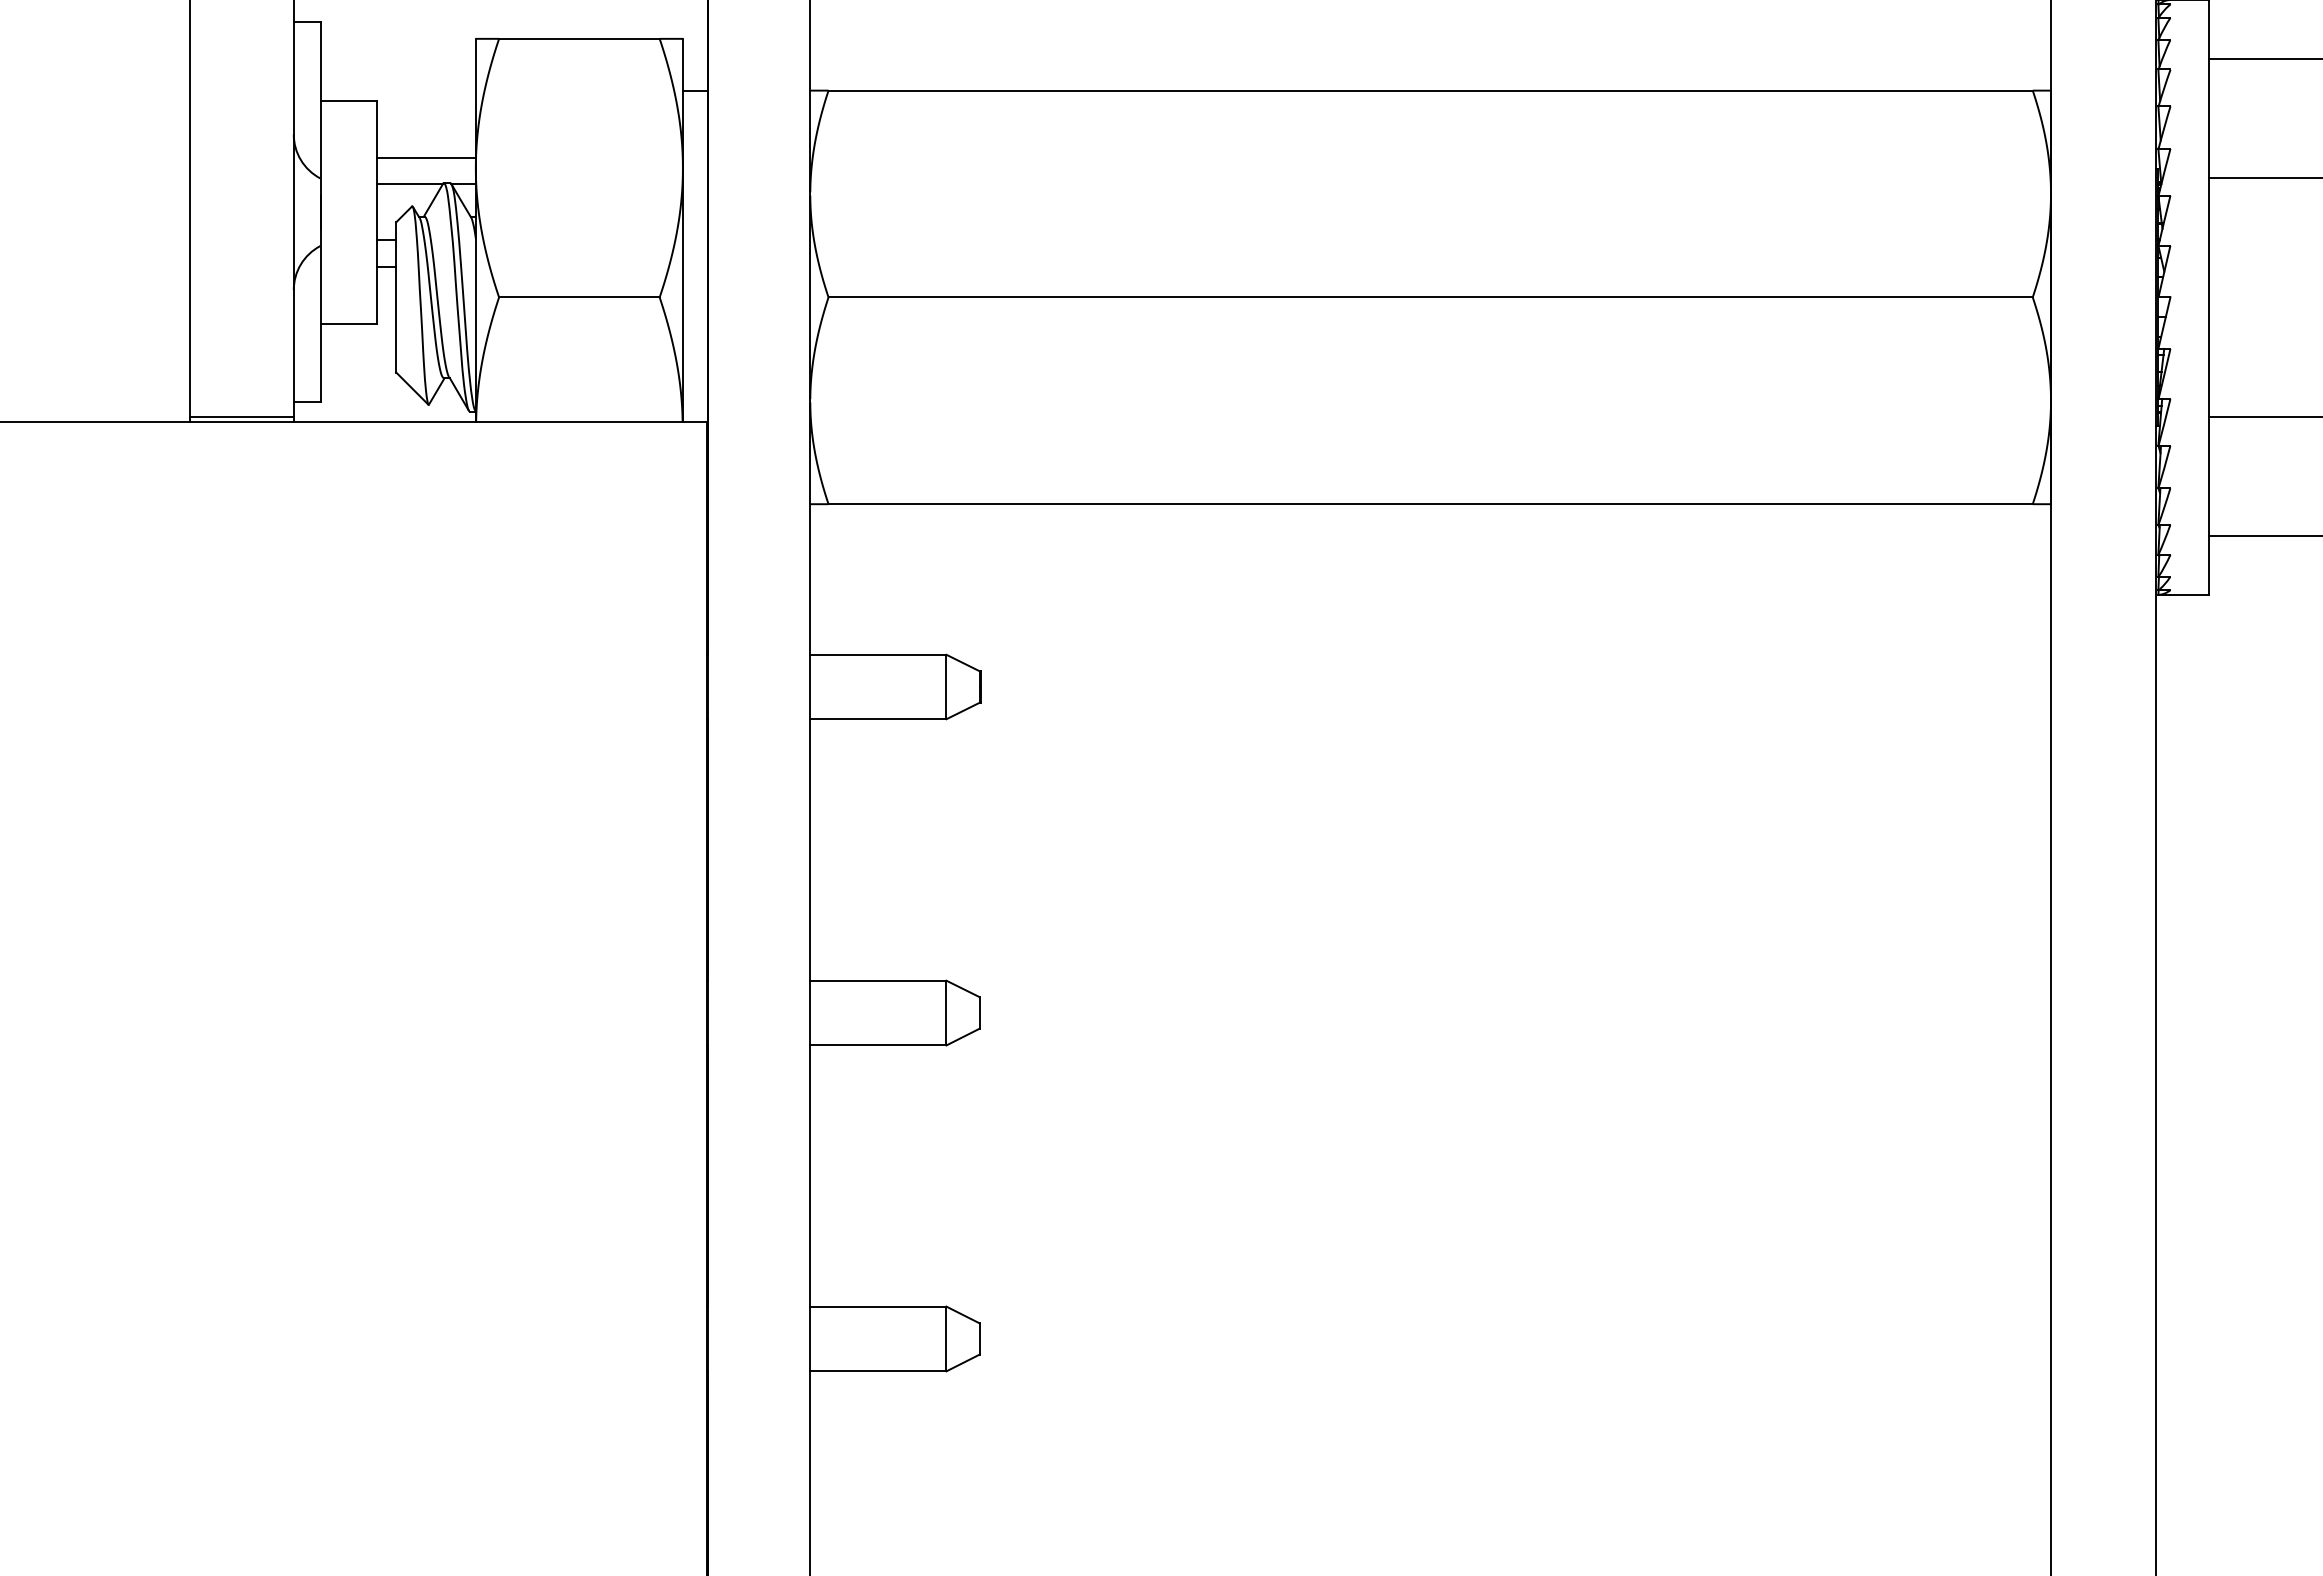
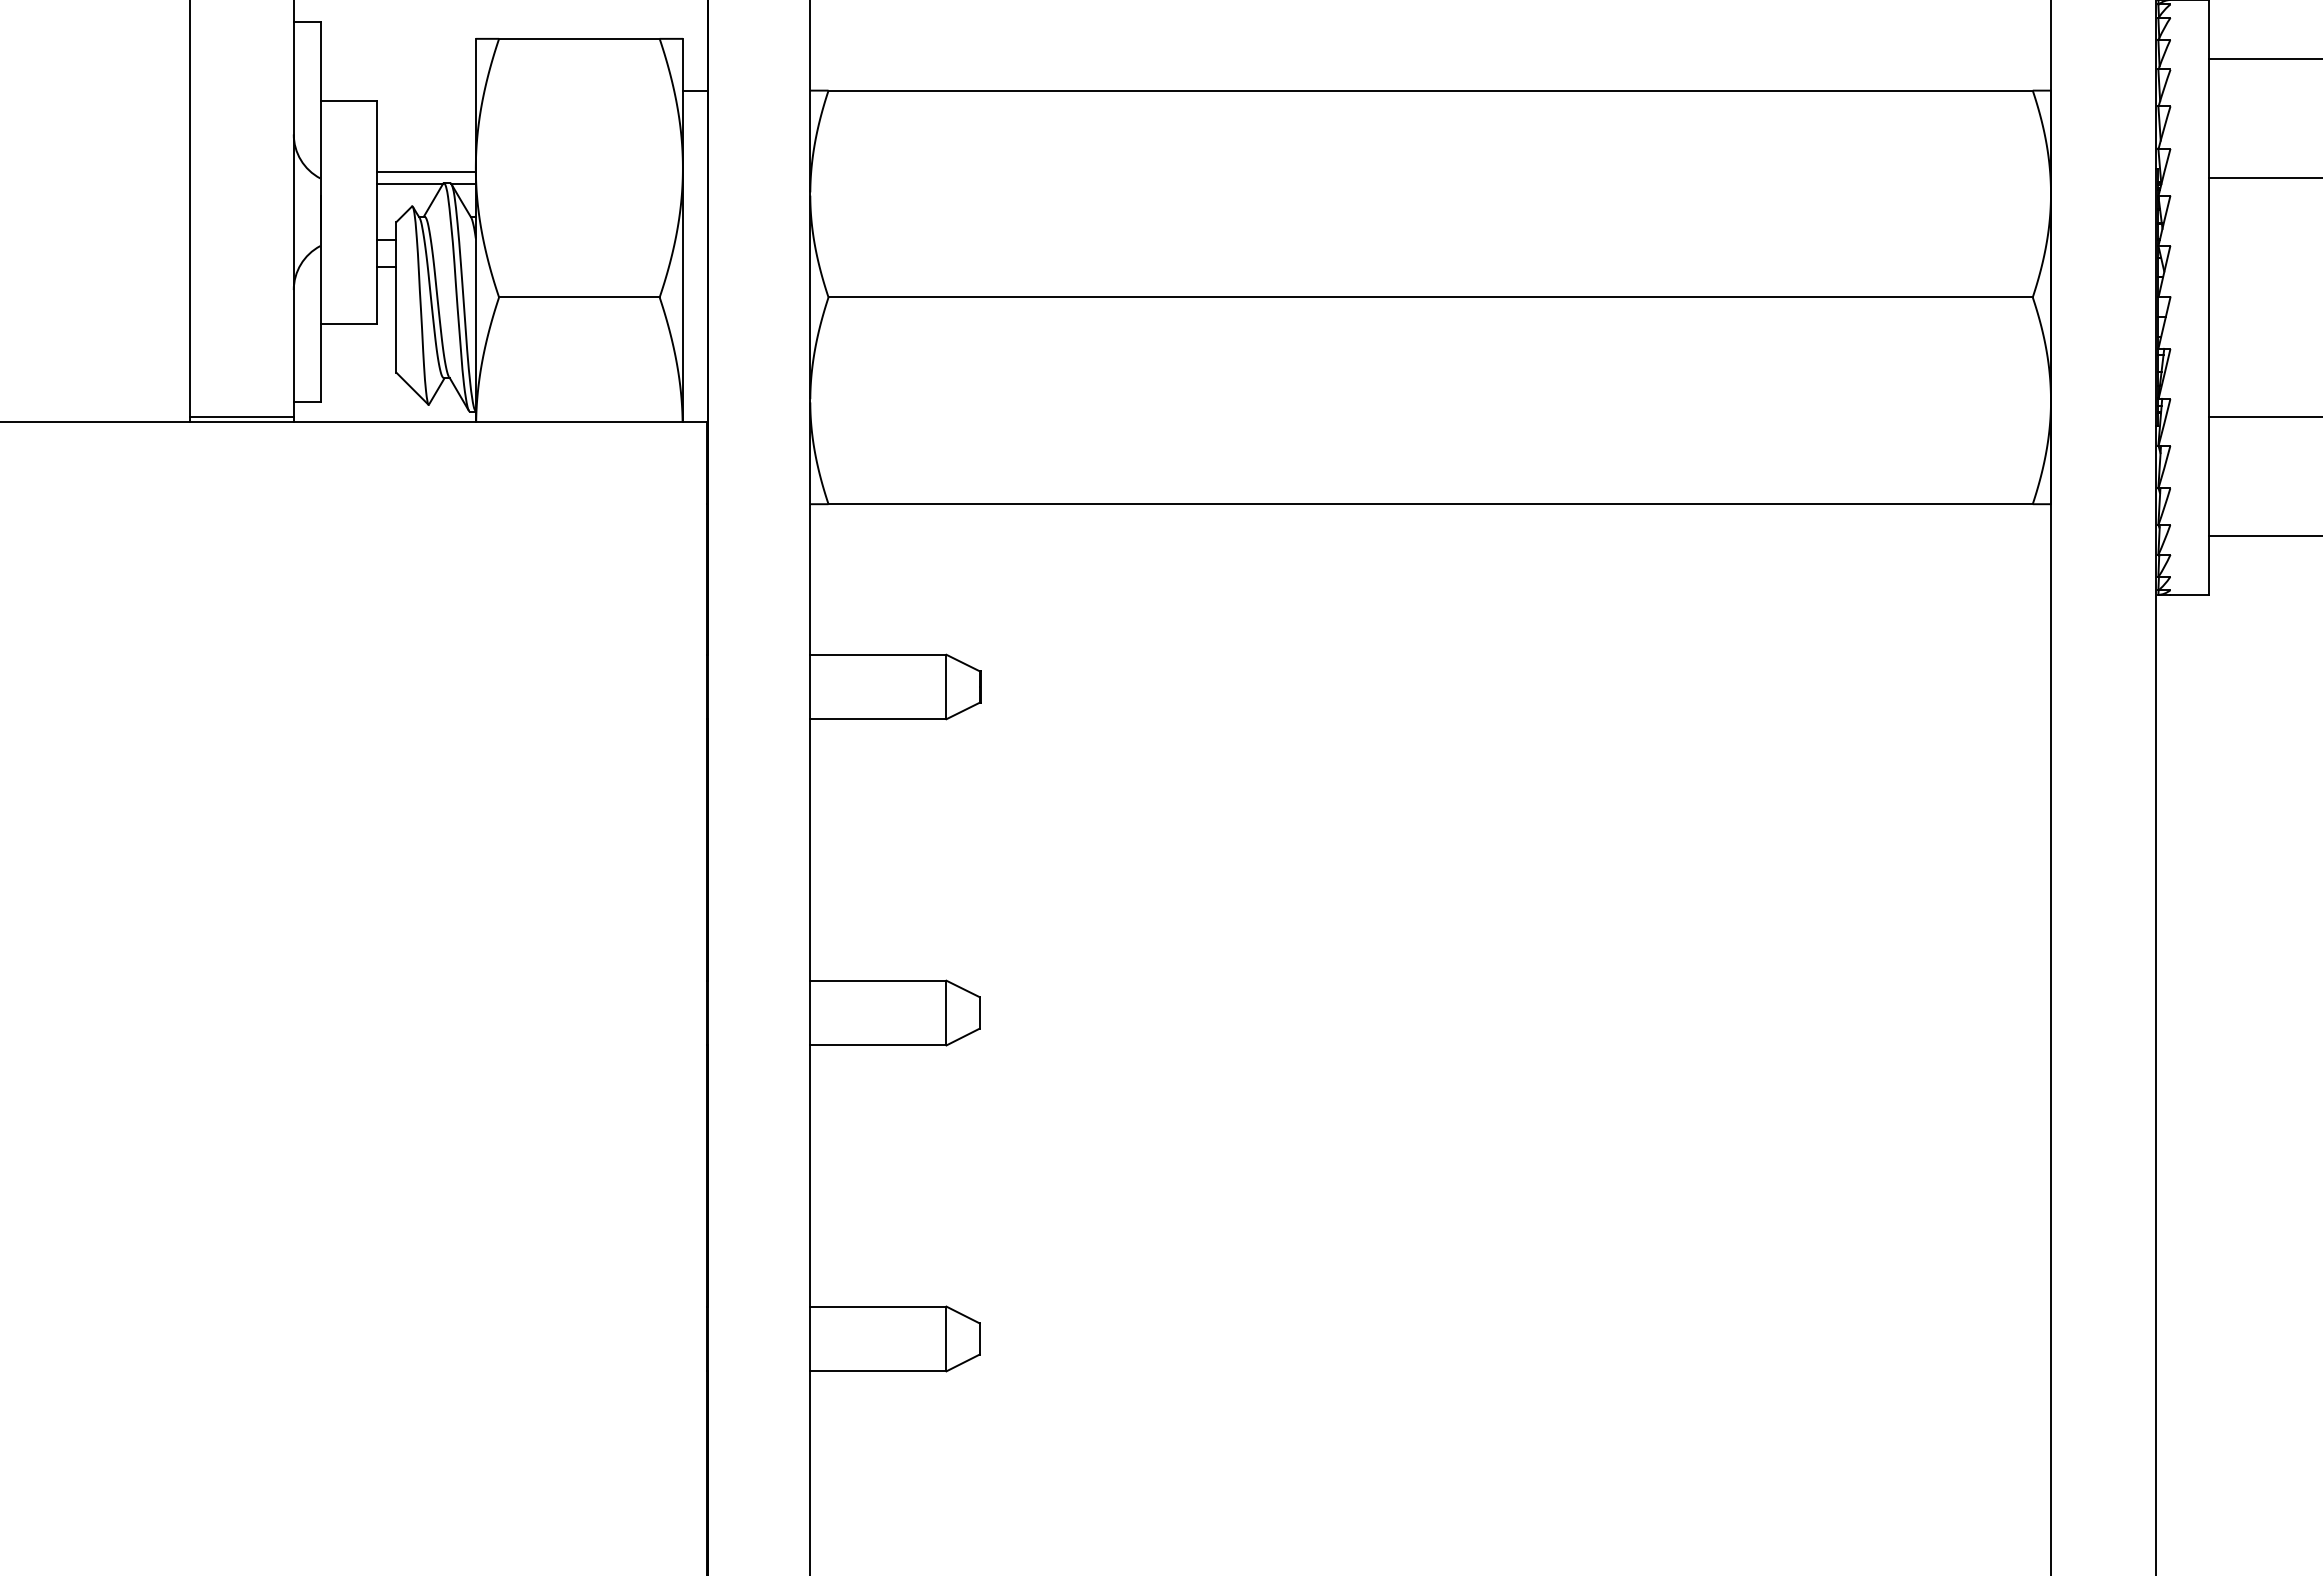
line at (425, 157) position: (425, 157) -> (425, 171)
